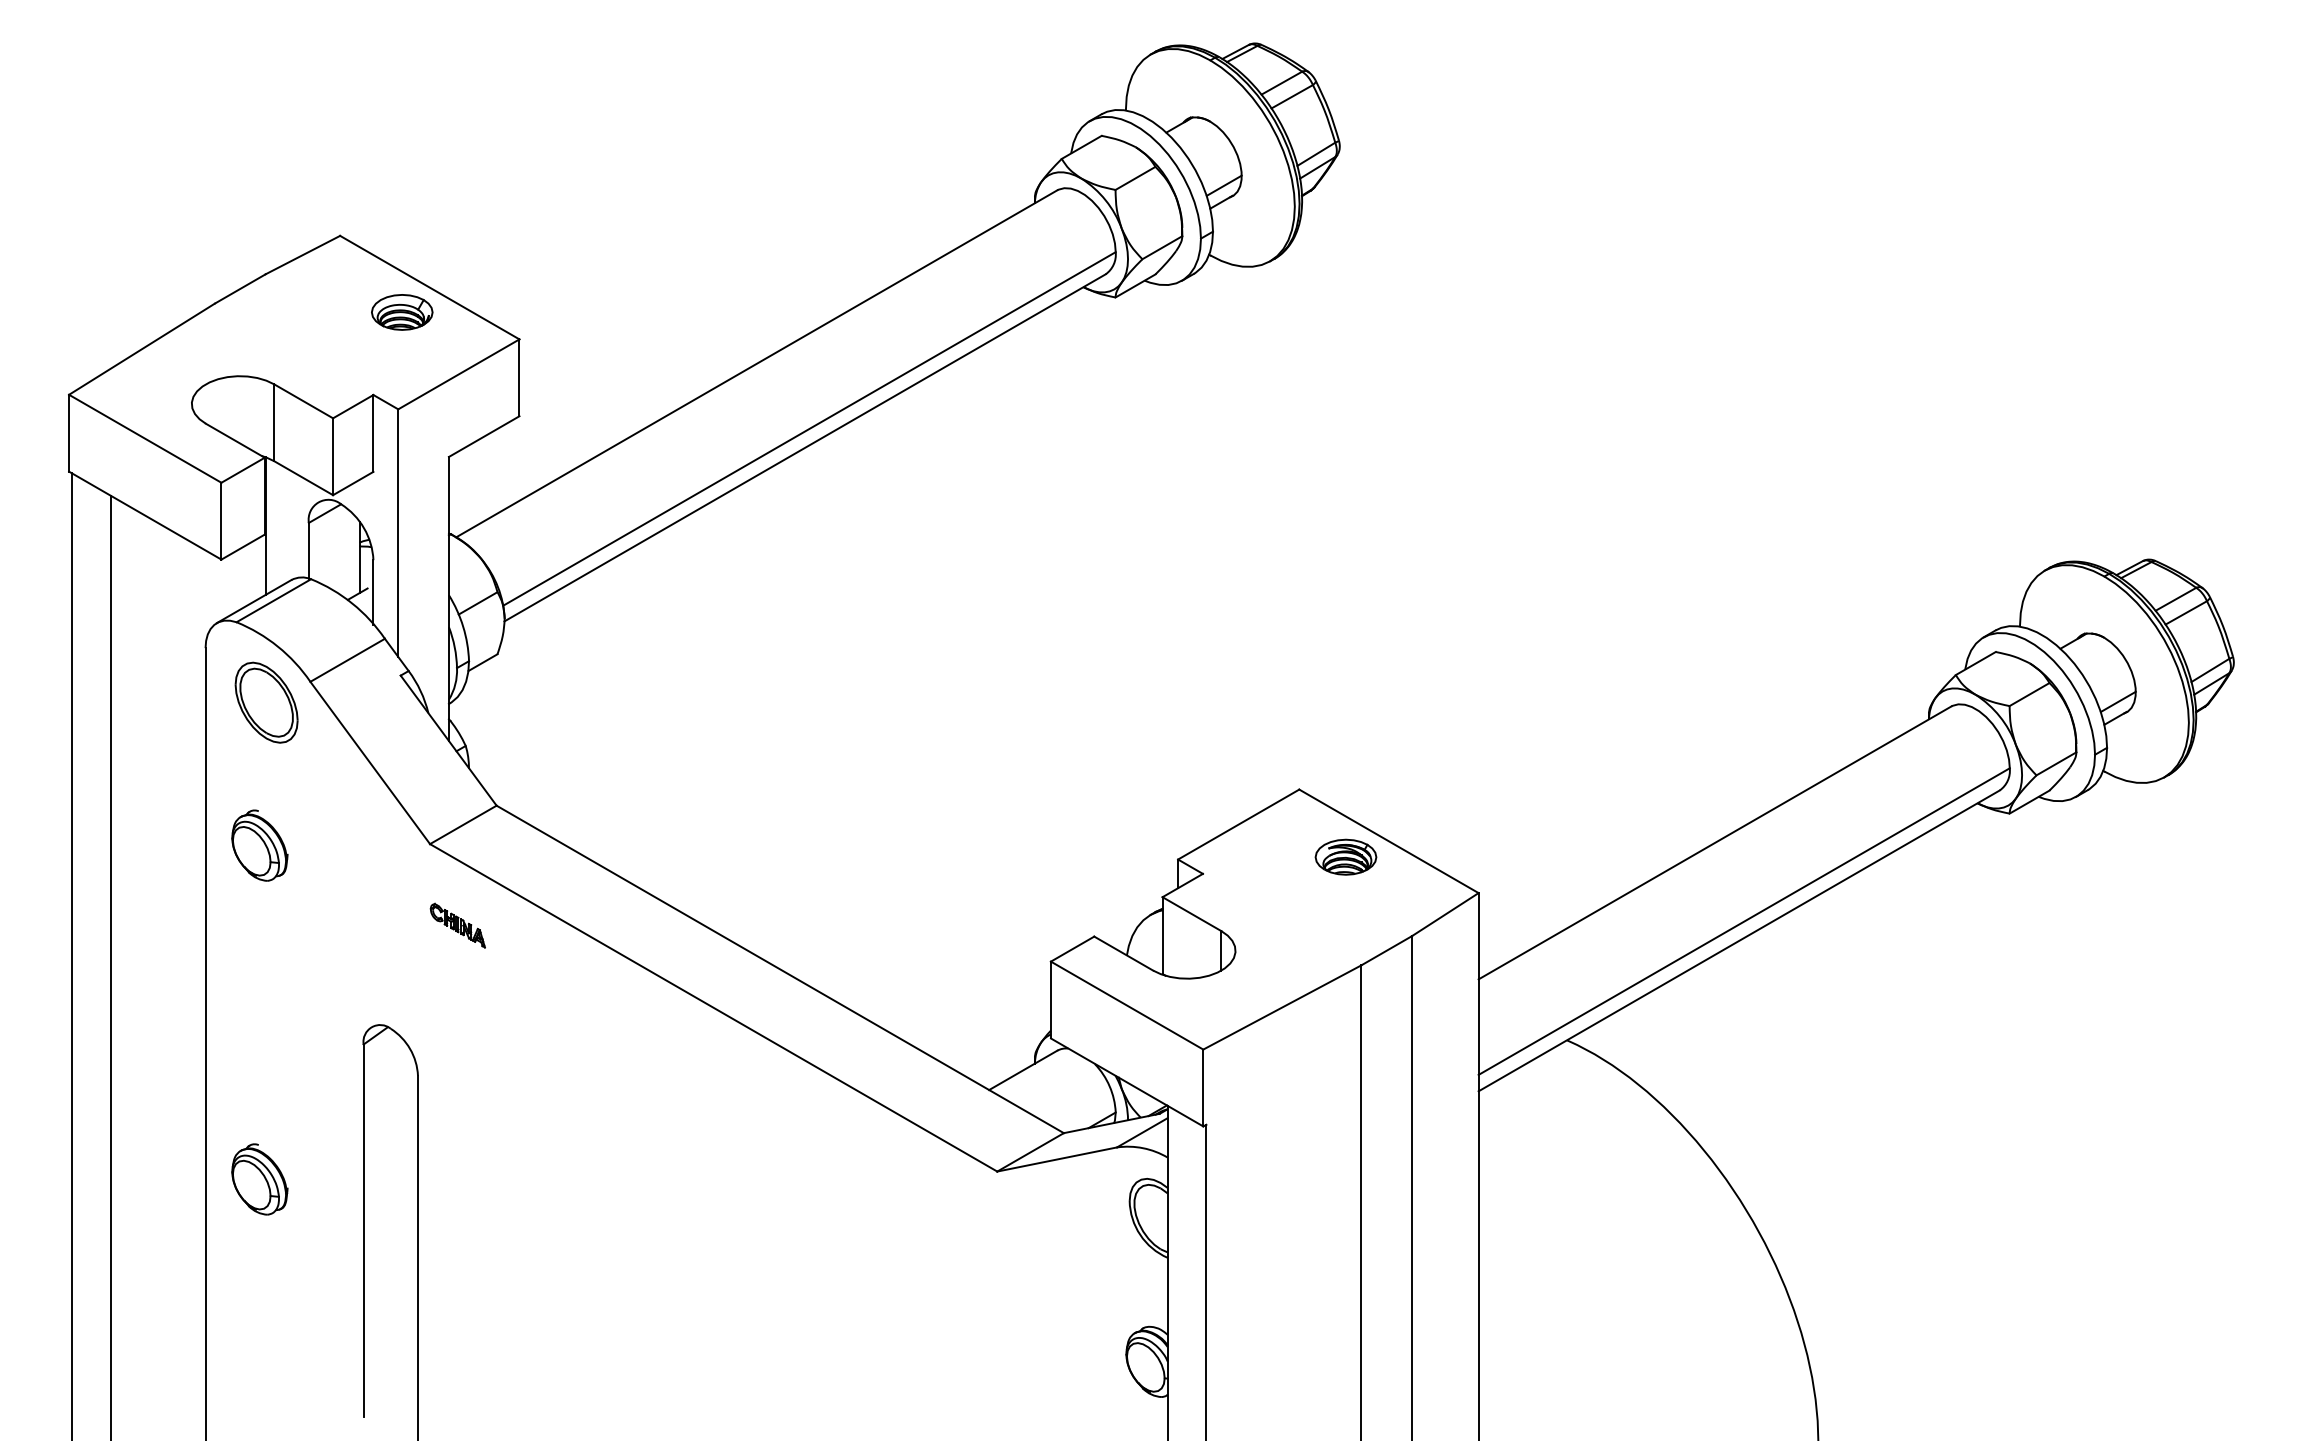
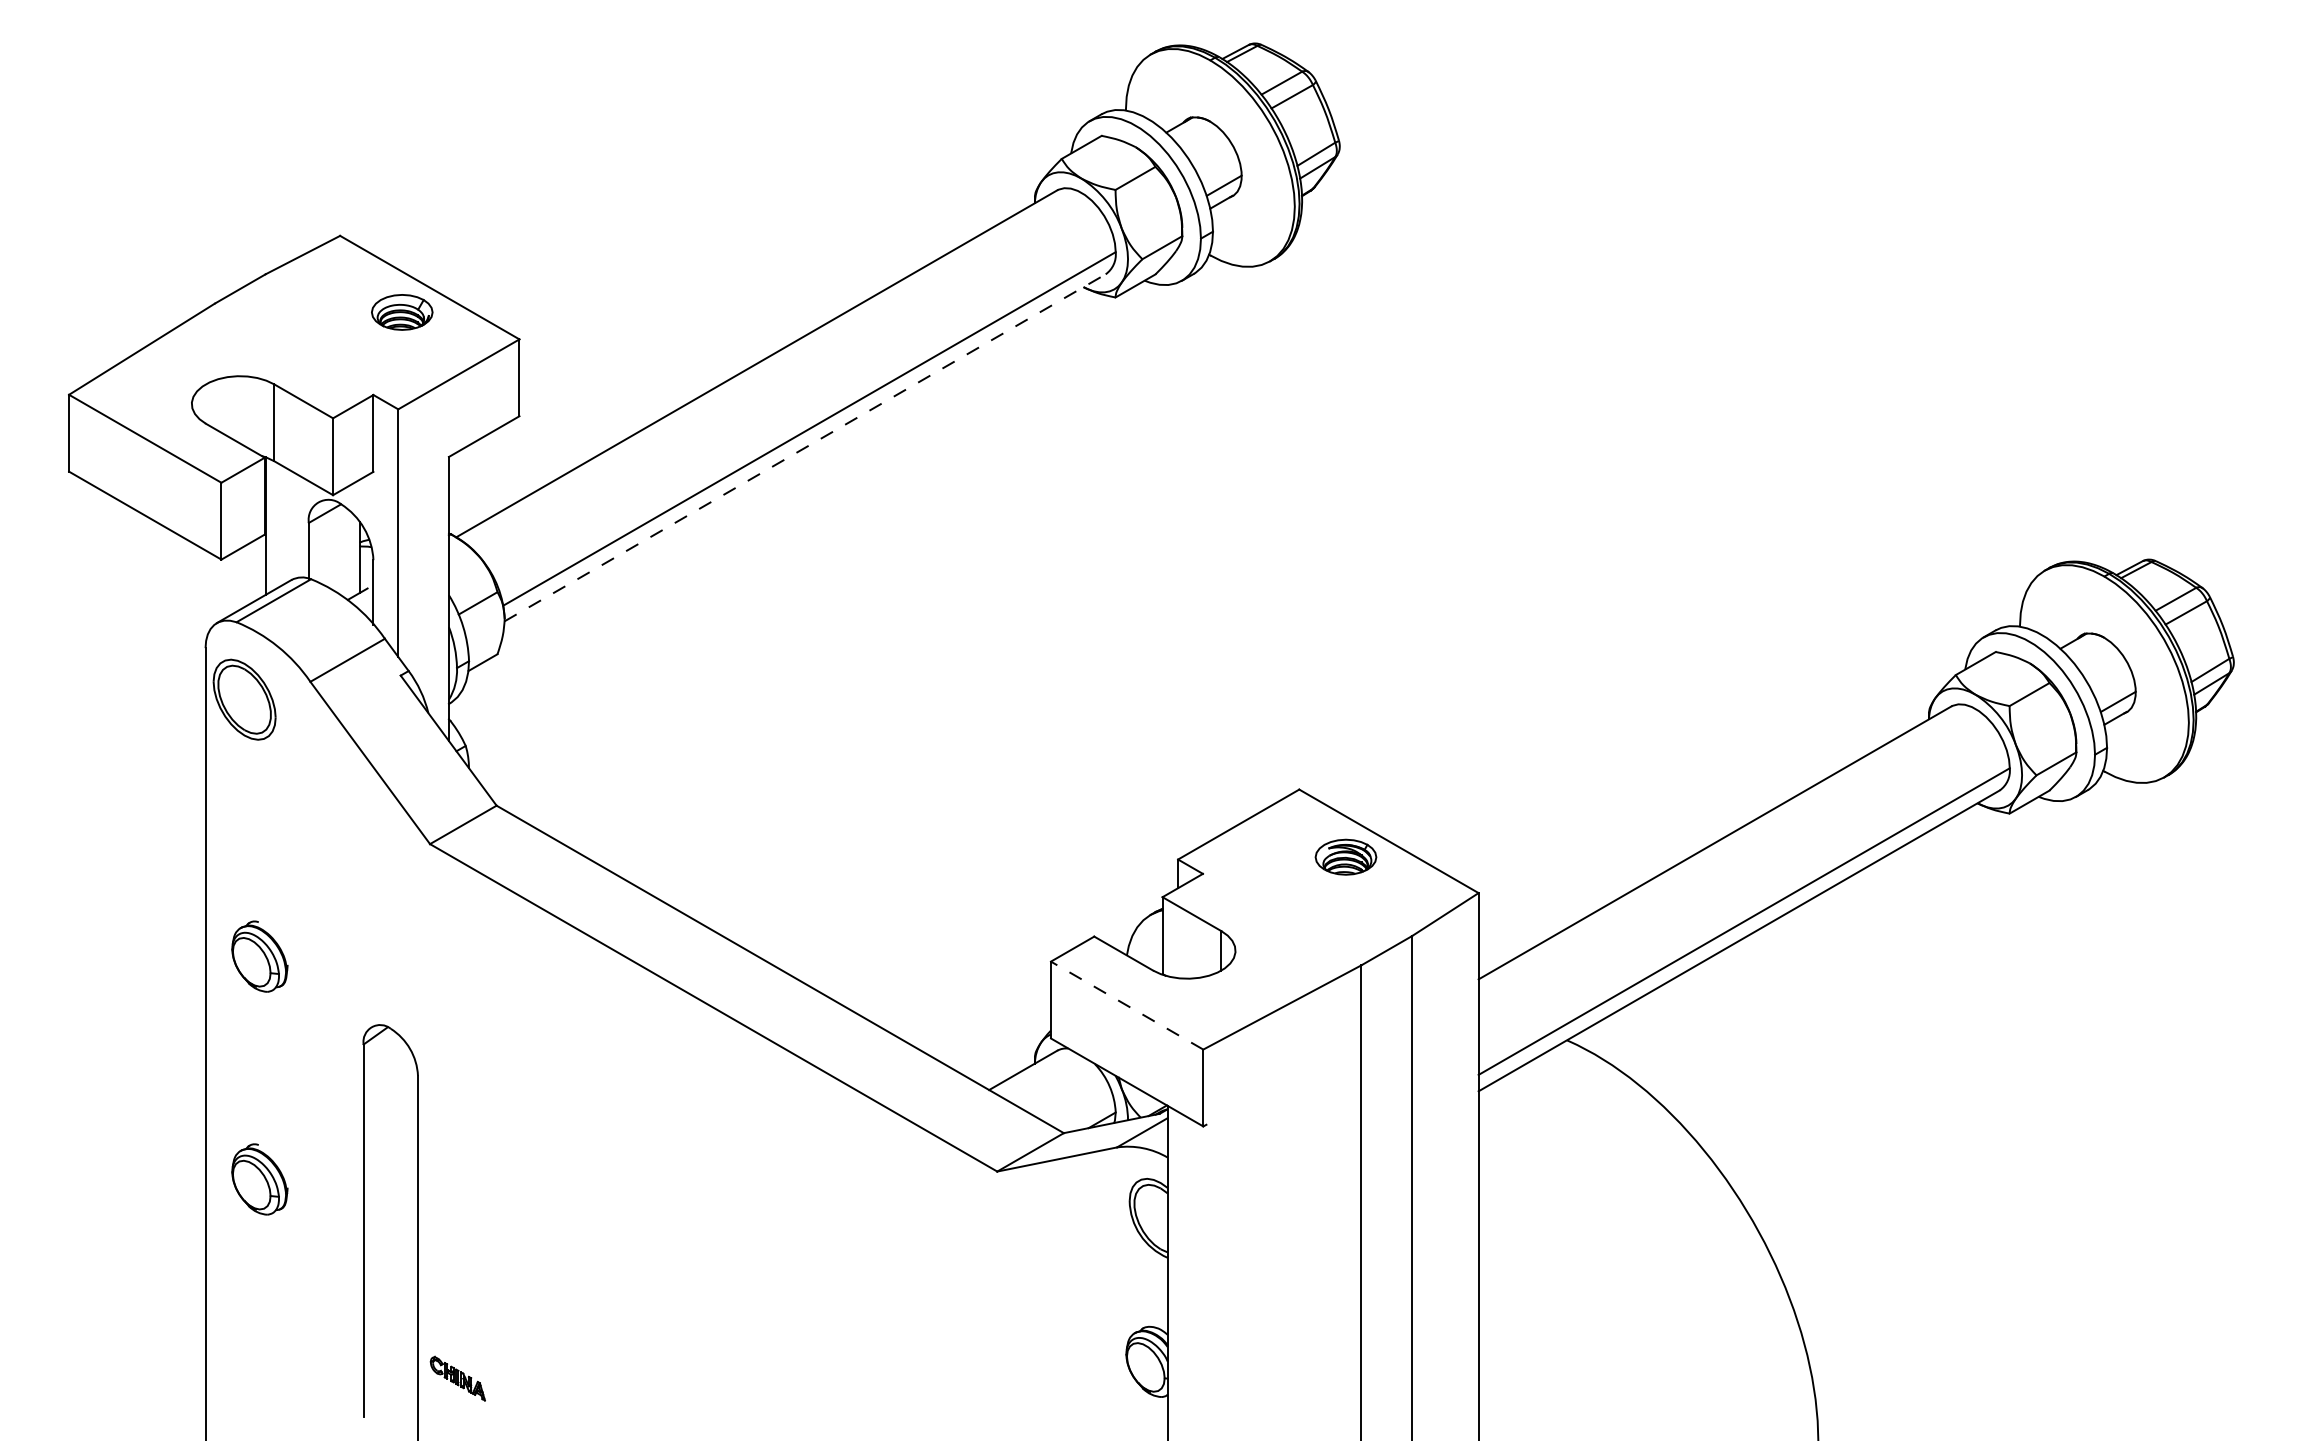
line at (805, 447): solid -> dashed
part at (266, 702) position: (266, 702) -> (244, 699)
part at (259, 845) position: (259, 845) -> (259, 956)
part at (457, 925) position: (457, 925) -> (457, 1378)
line at (71, 955): present -> none
line at (110, 966): present -> none
line at (1127, 1005): solid -> dashed
line at (1206, 1280): present -> none
